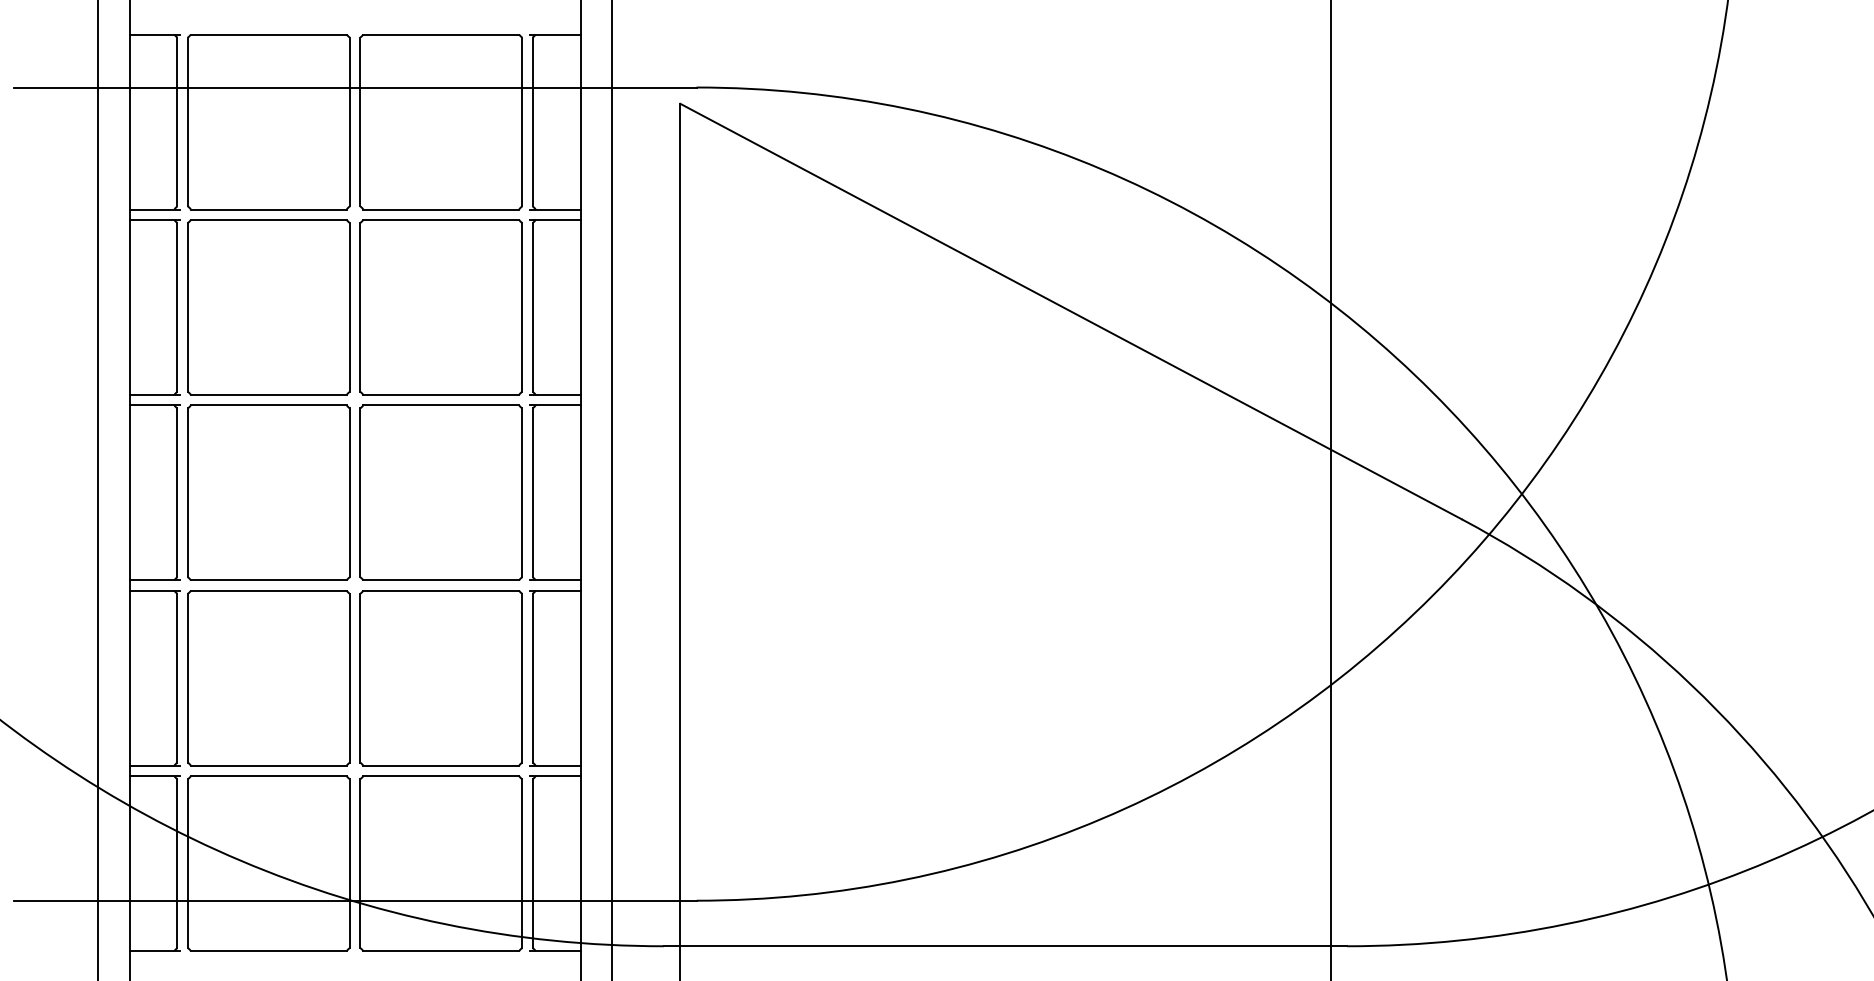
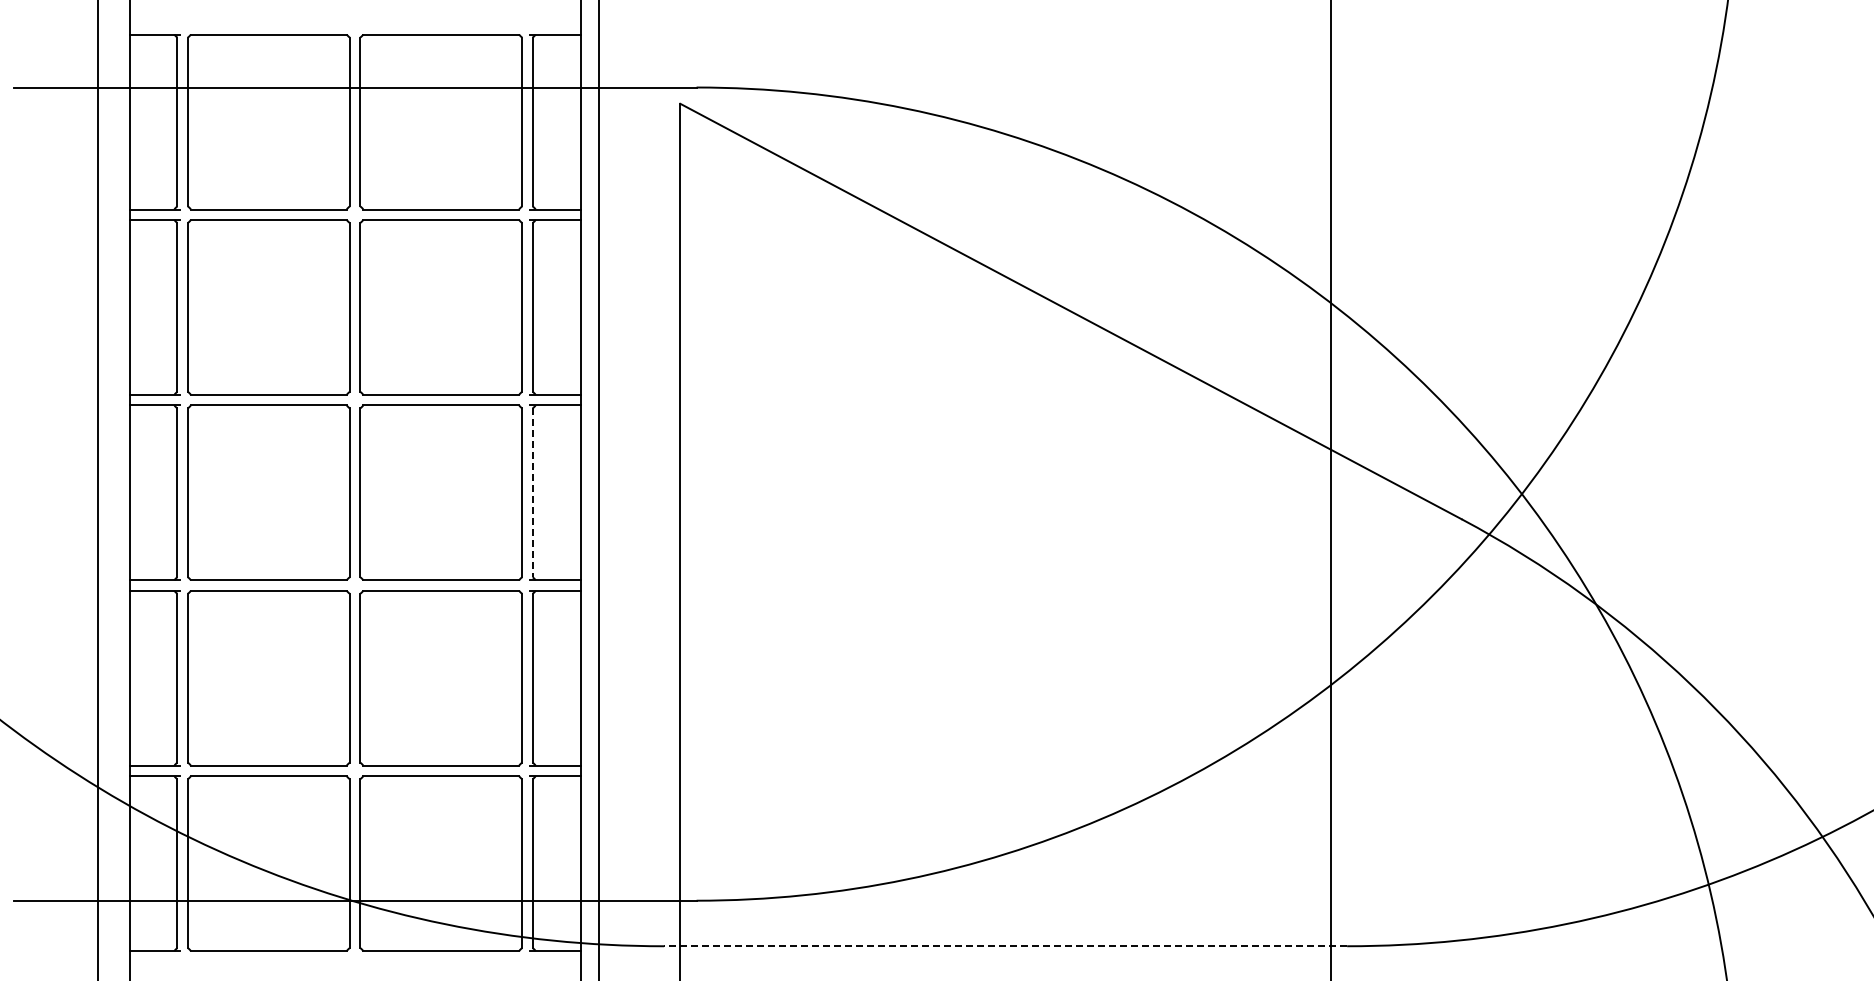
line at (611, 489) position: (611, 489) -> (598, 489)
line at (532, 493): solid -> dashed
line at (1005, 946): solid -> dashed
